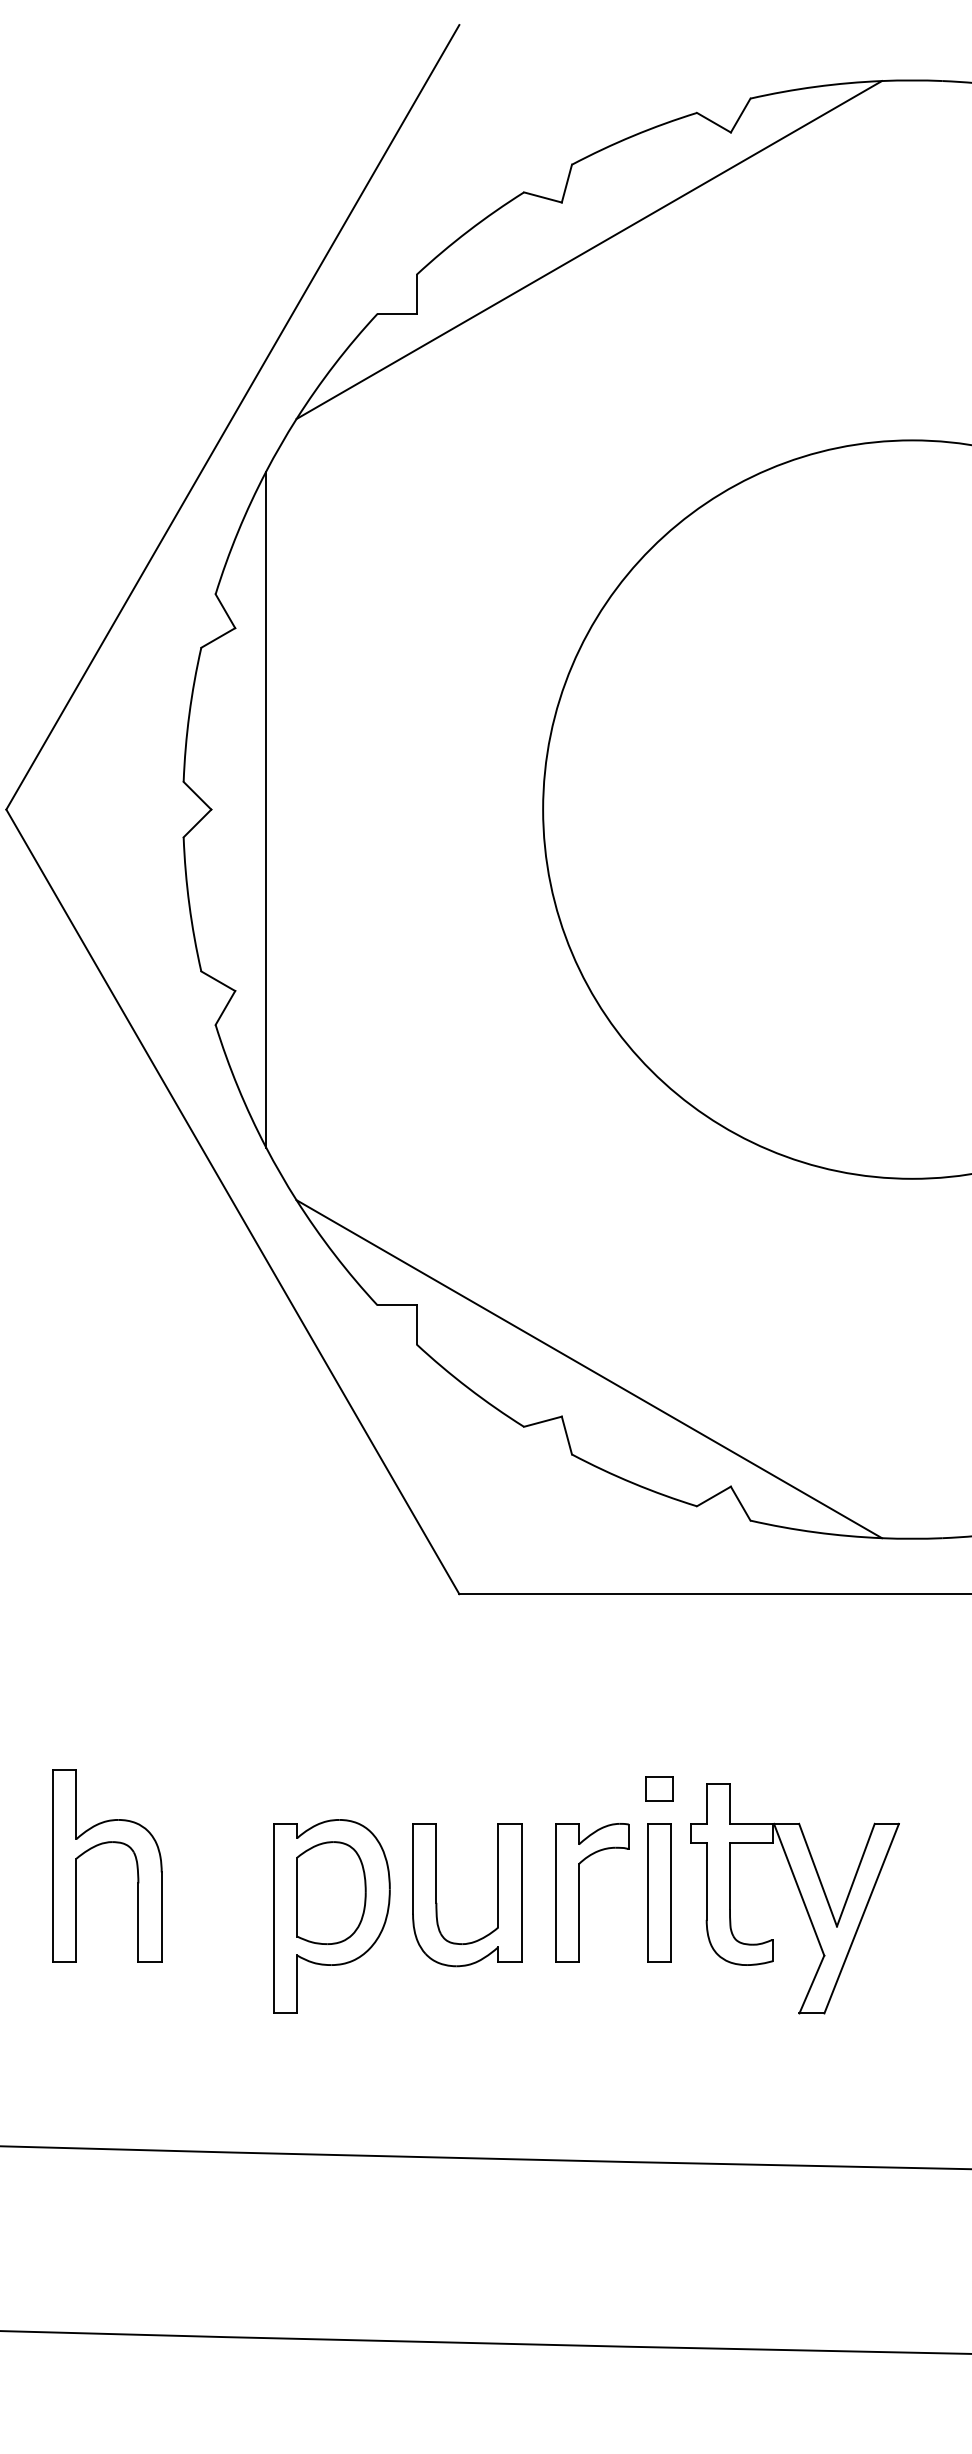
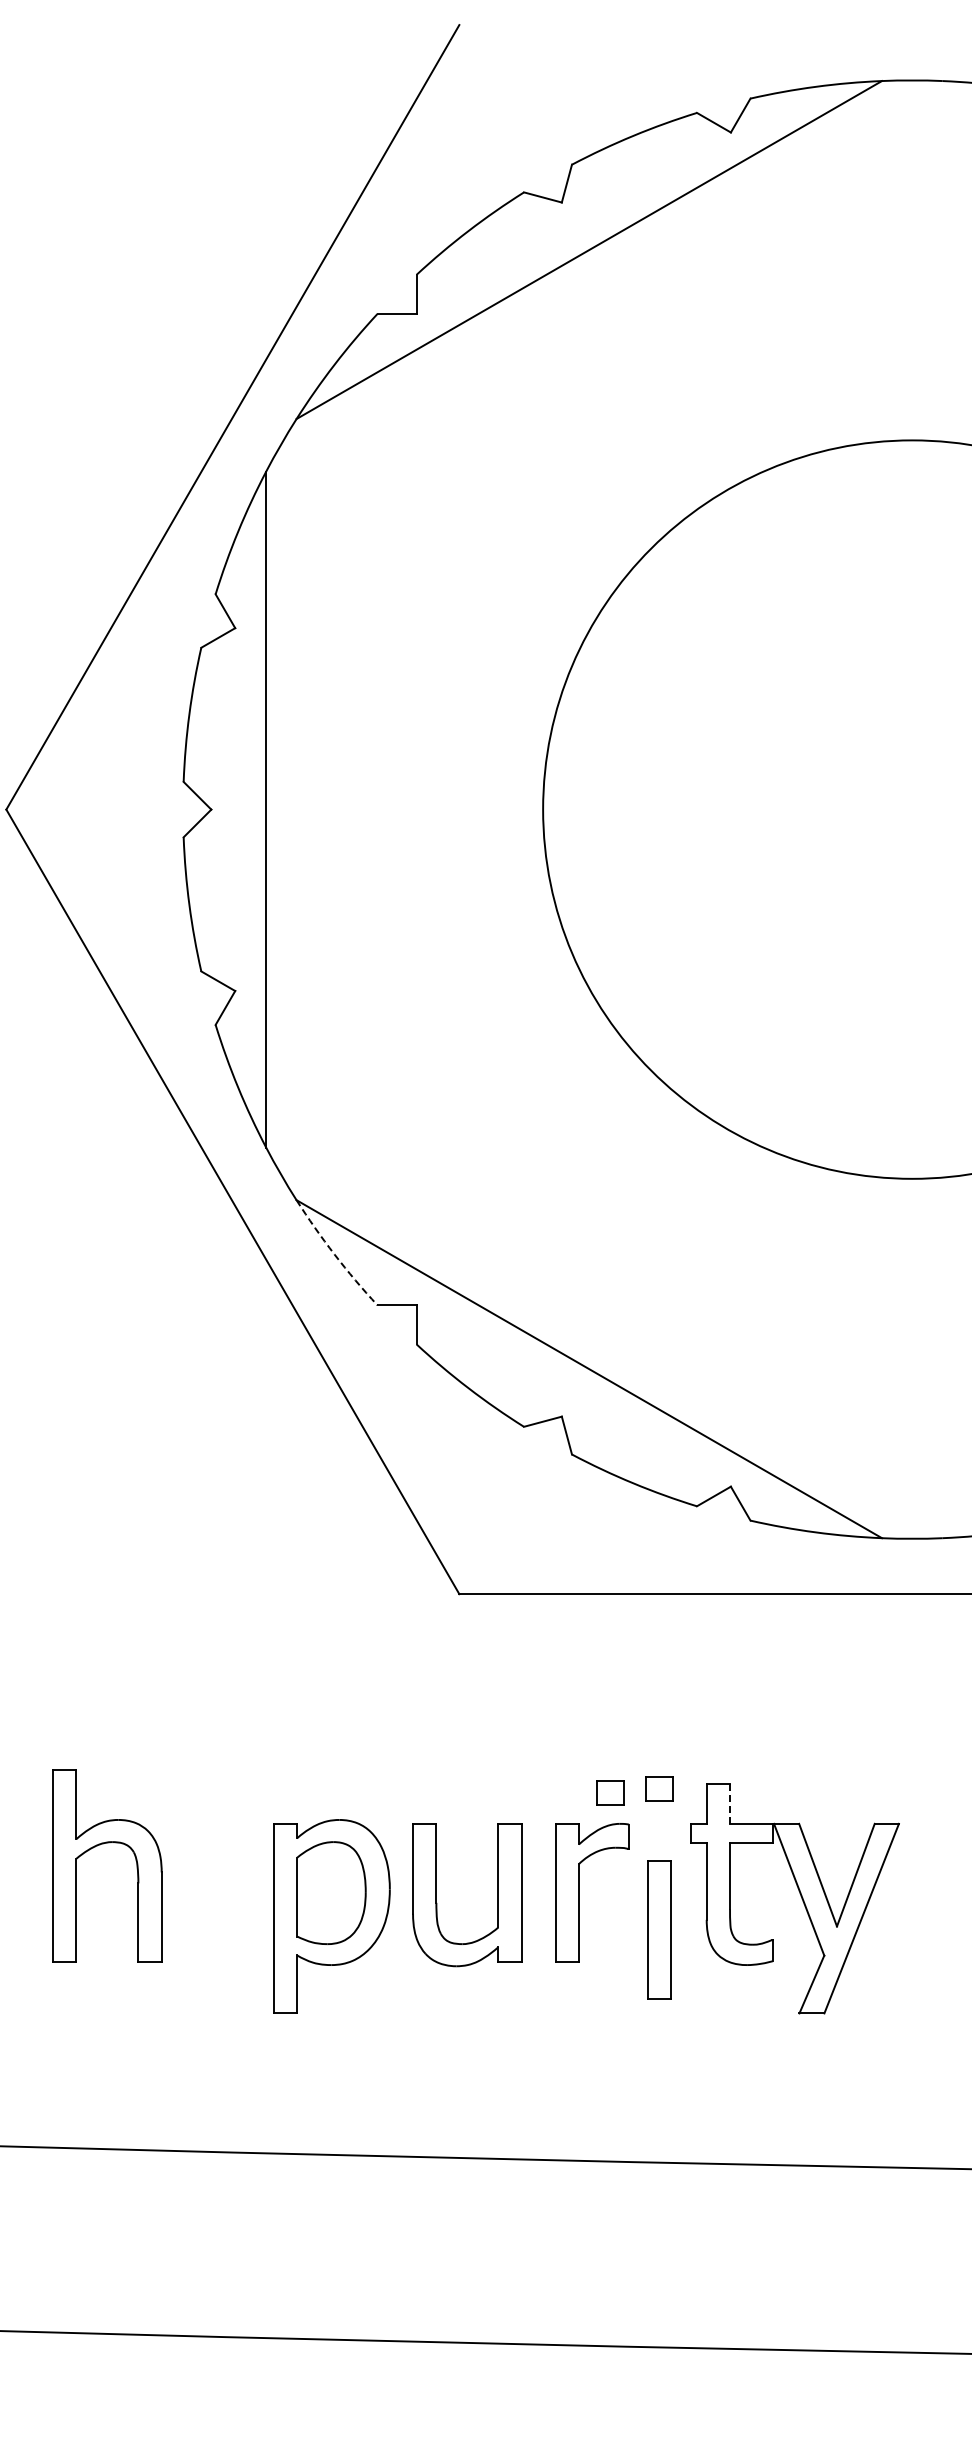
arc at (334, 1254): solid -> dashed
part at (610, 1792): none -> present
line at (730, 1803): solid -> dashed
part at (659, 1892) position: (659, 1892) -> (659, 1929)
